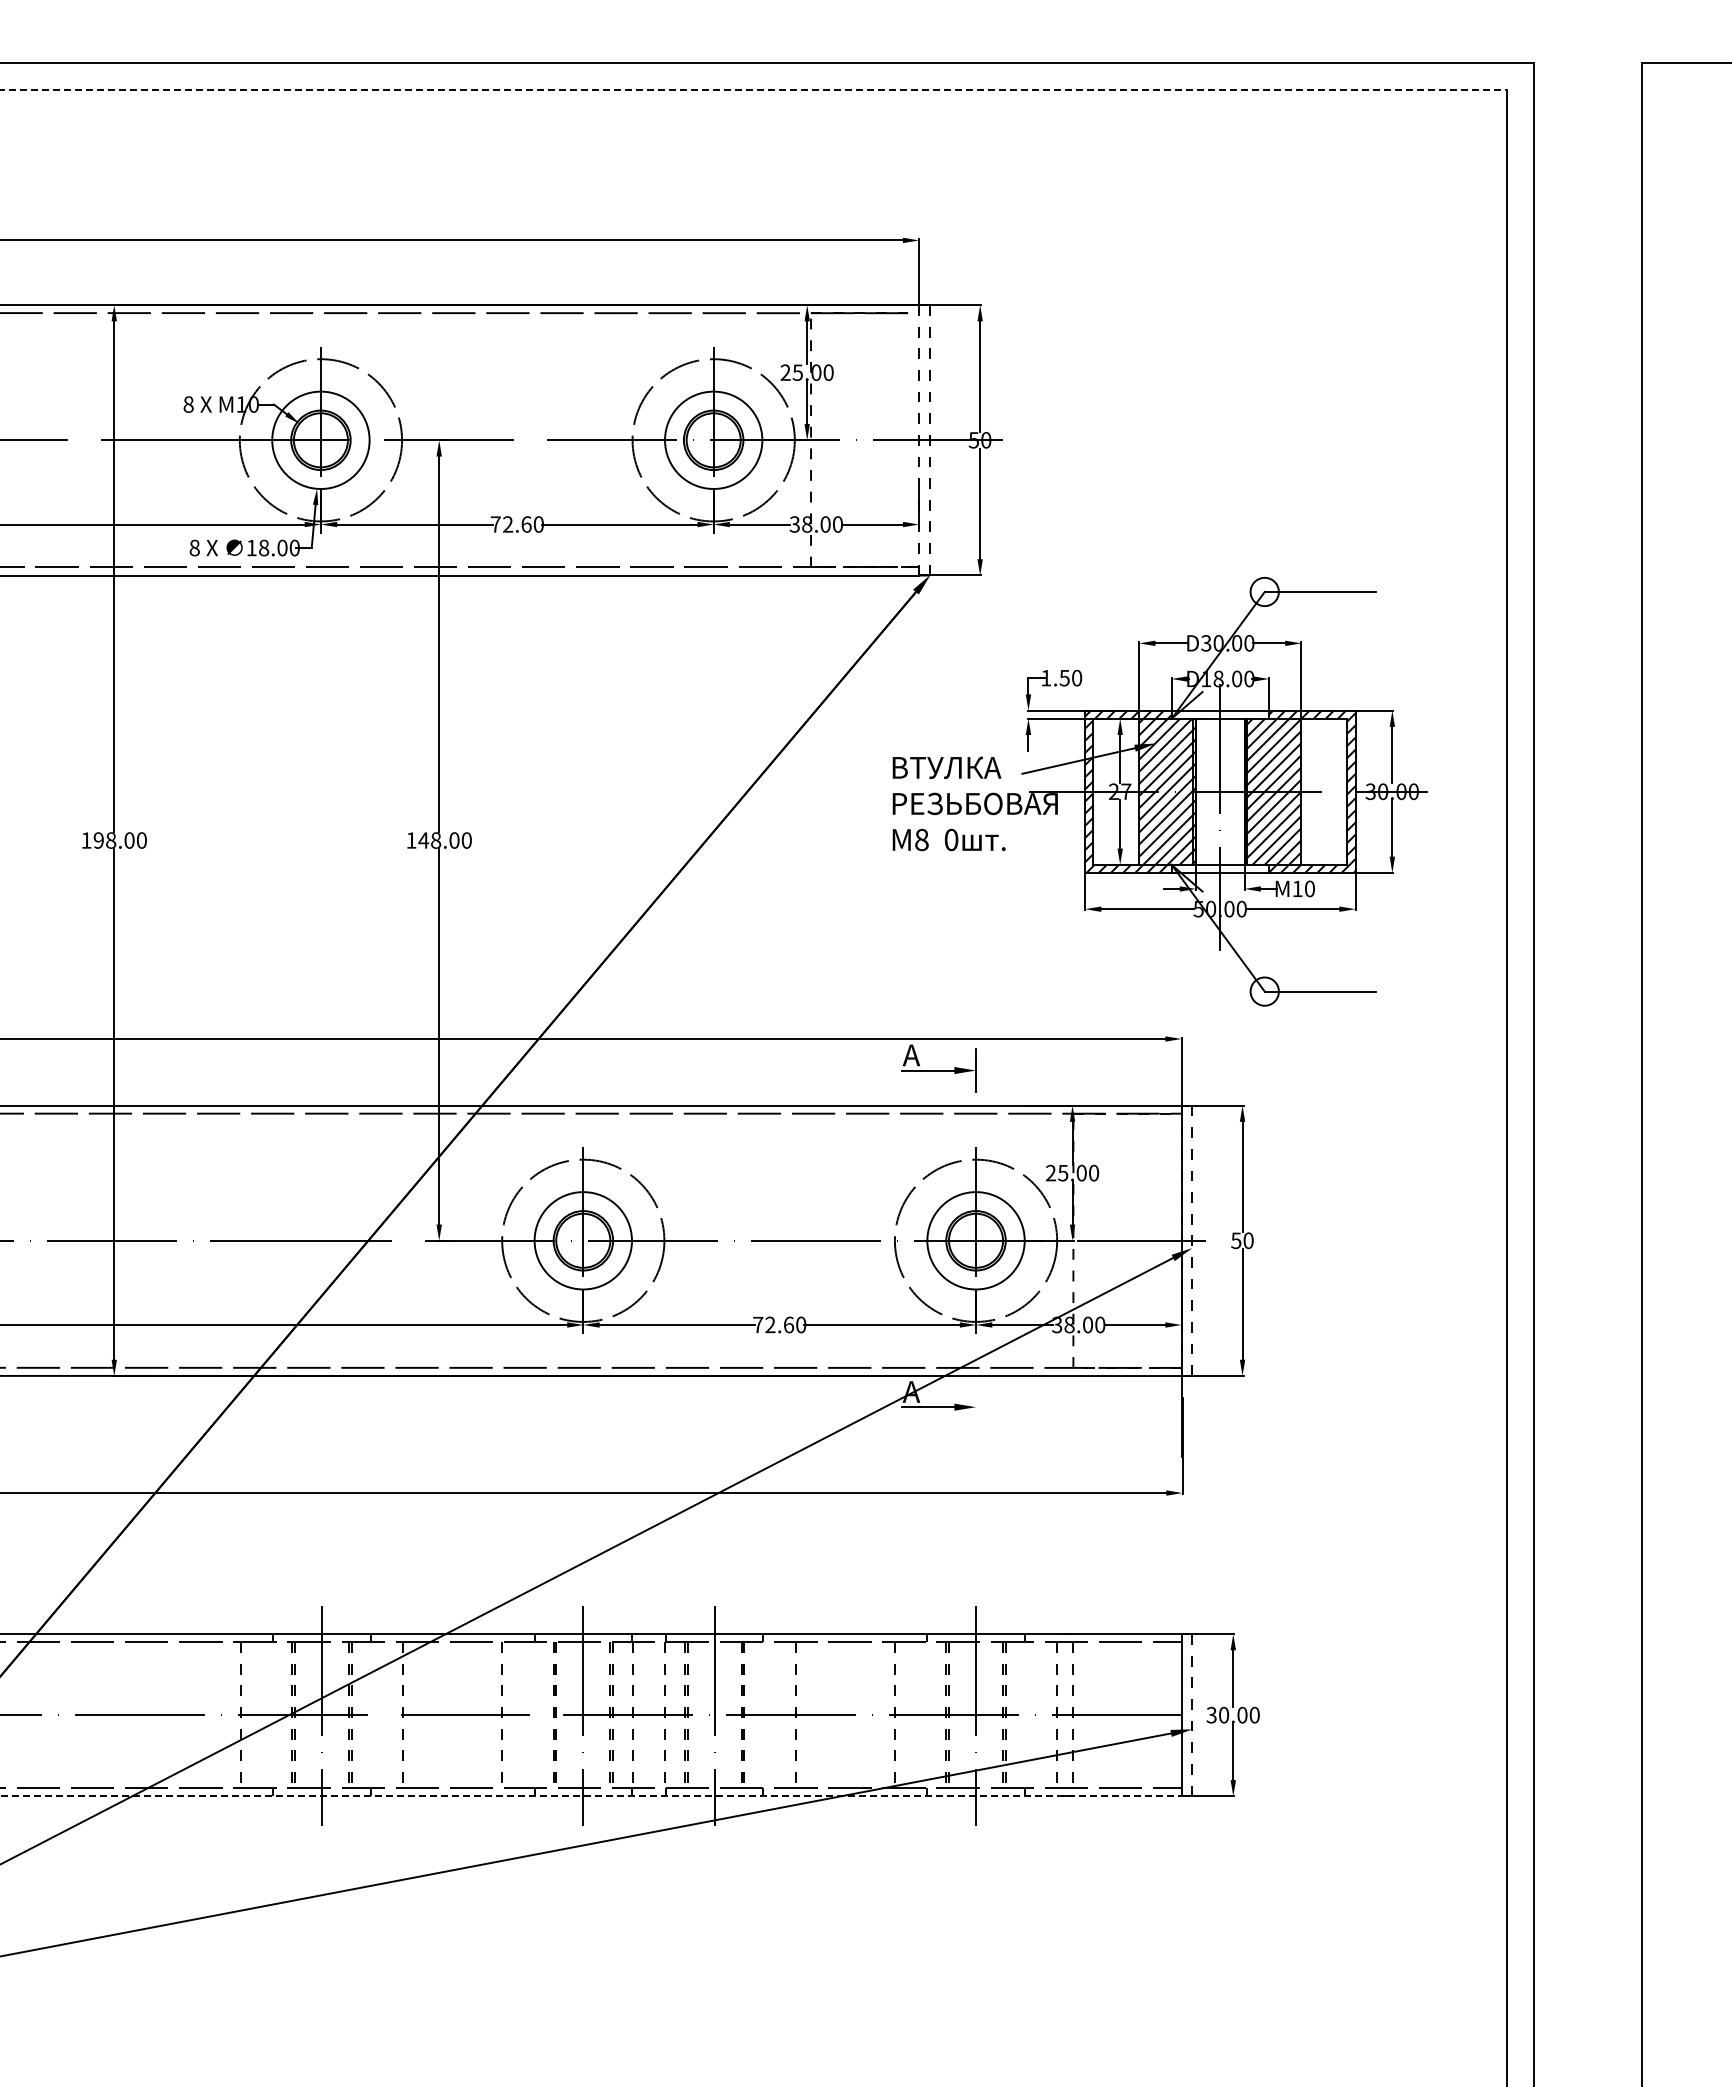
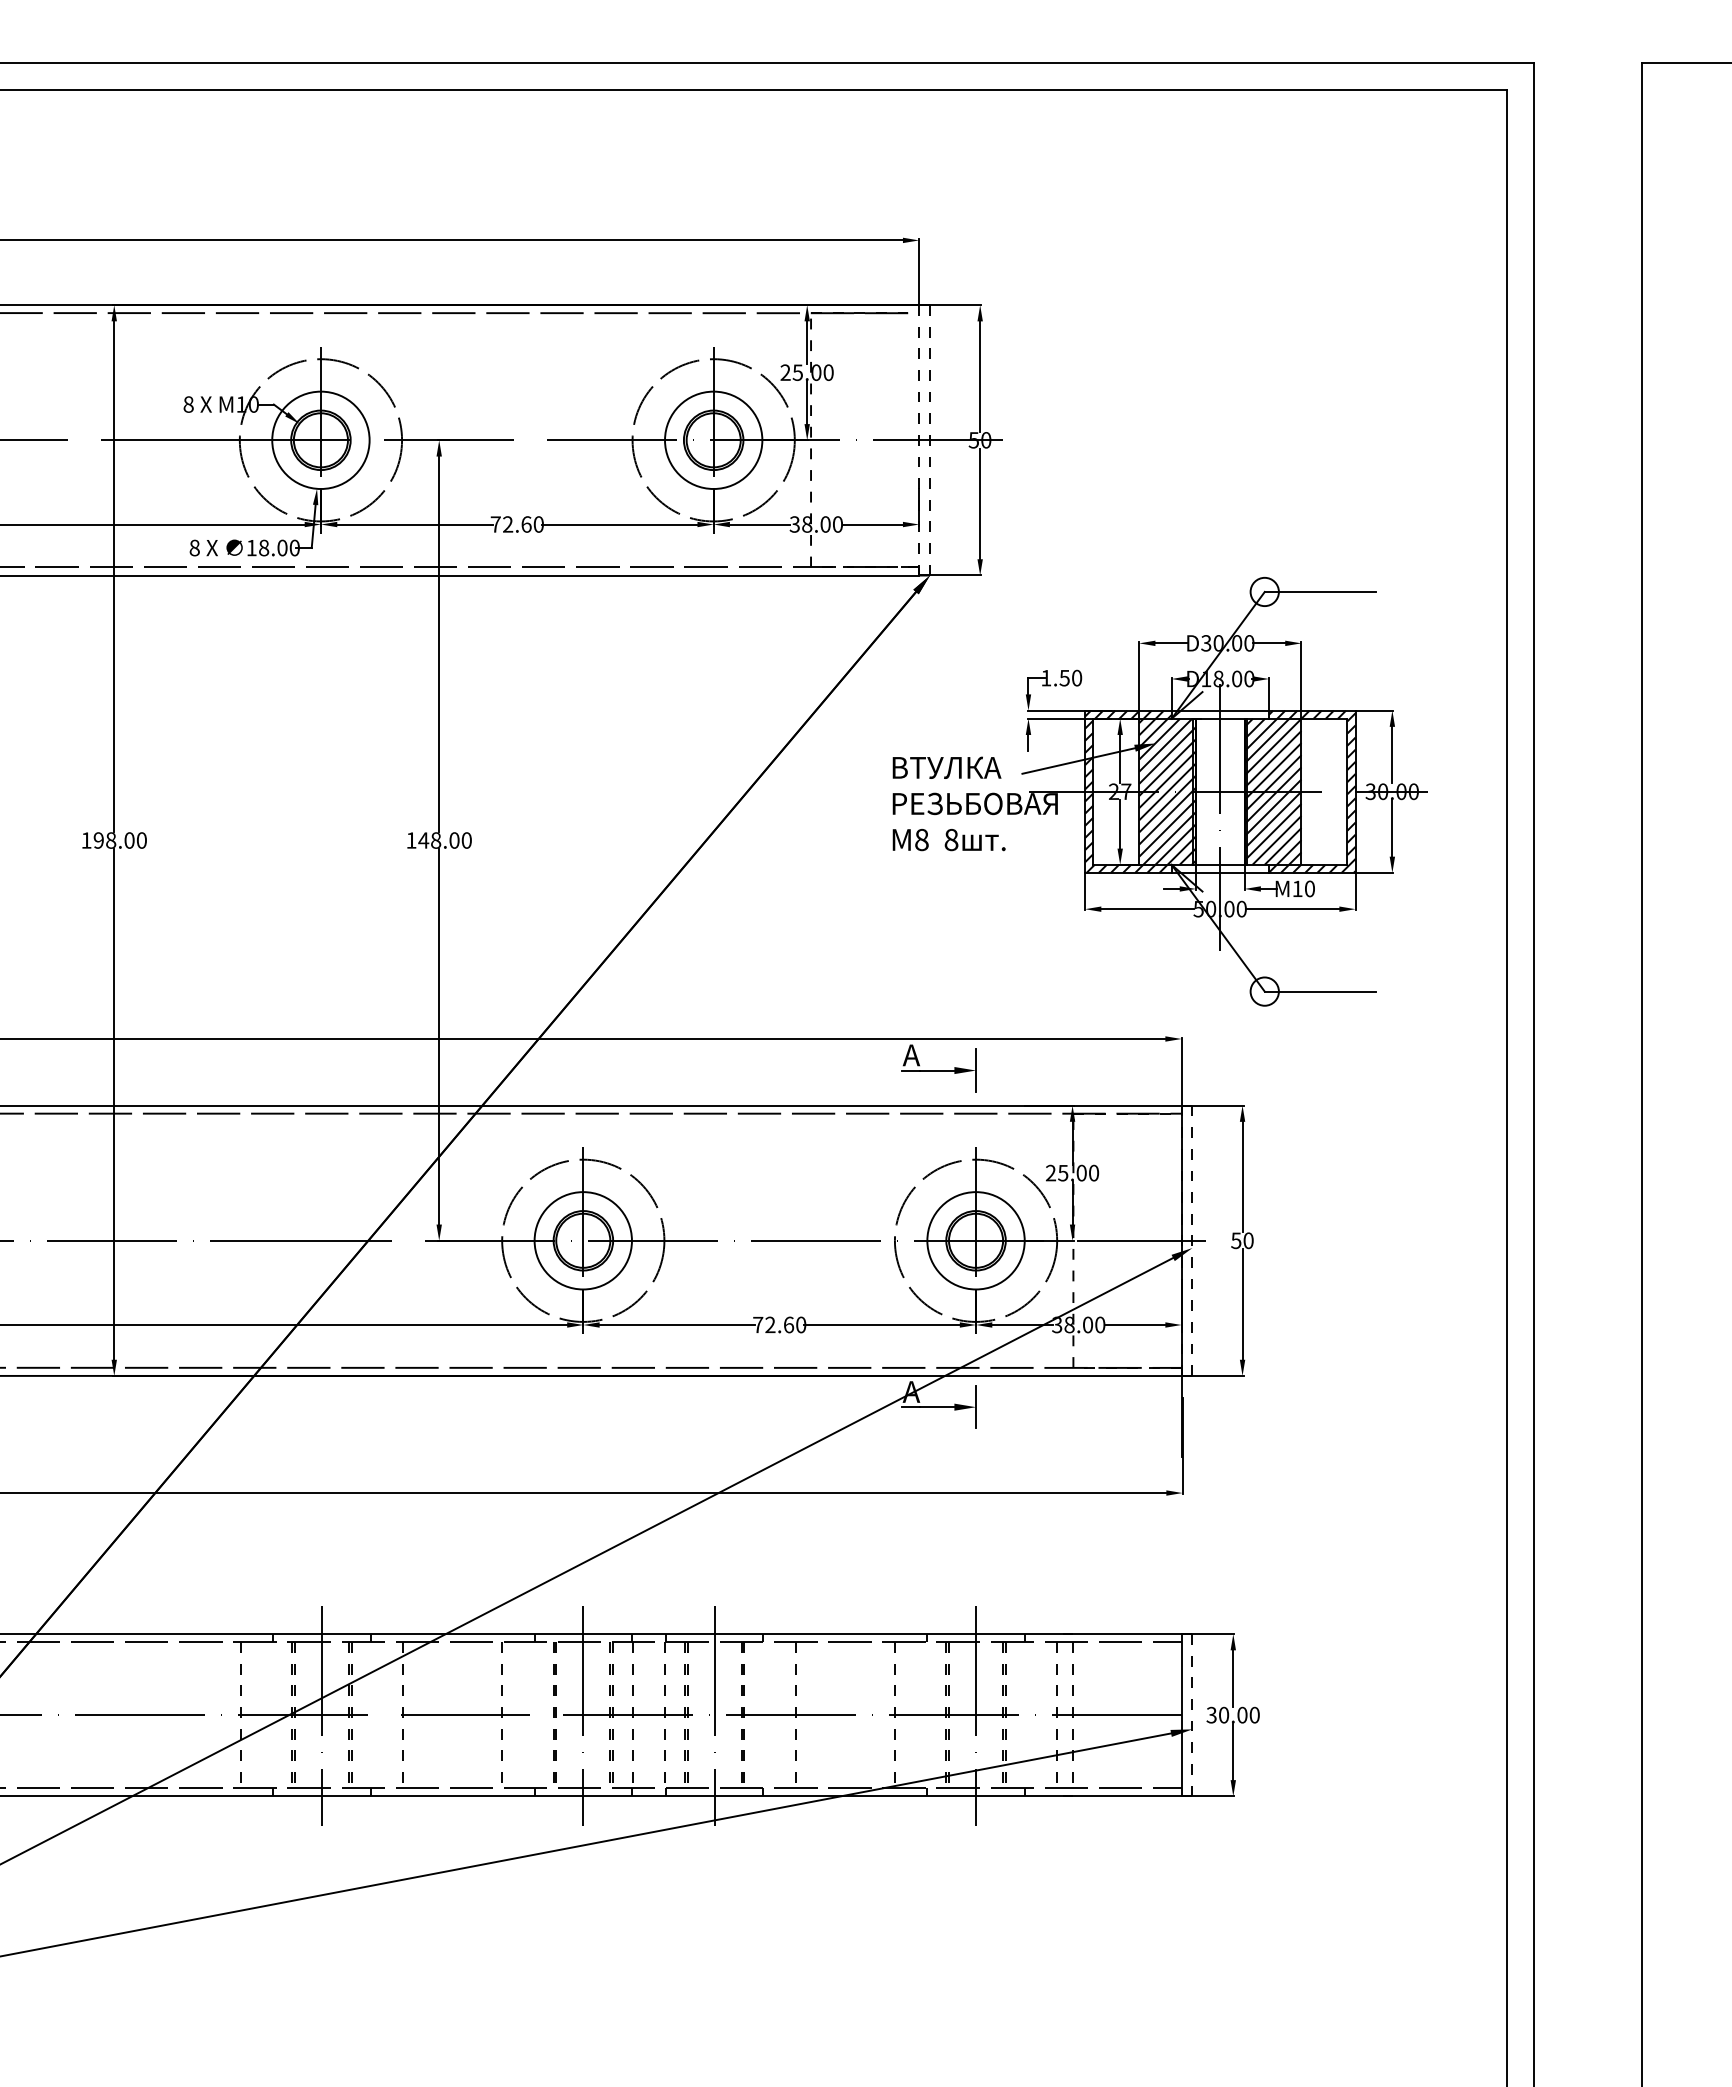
line at (754, 89): dashed -> solid
text at (951, 839): 0 -> 8
line at (976, 1407): none -> present
line at (591, 1796): dashed -> solid
